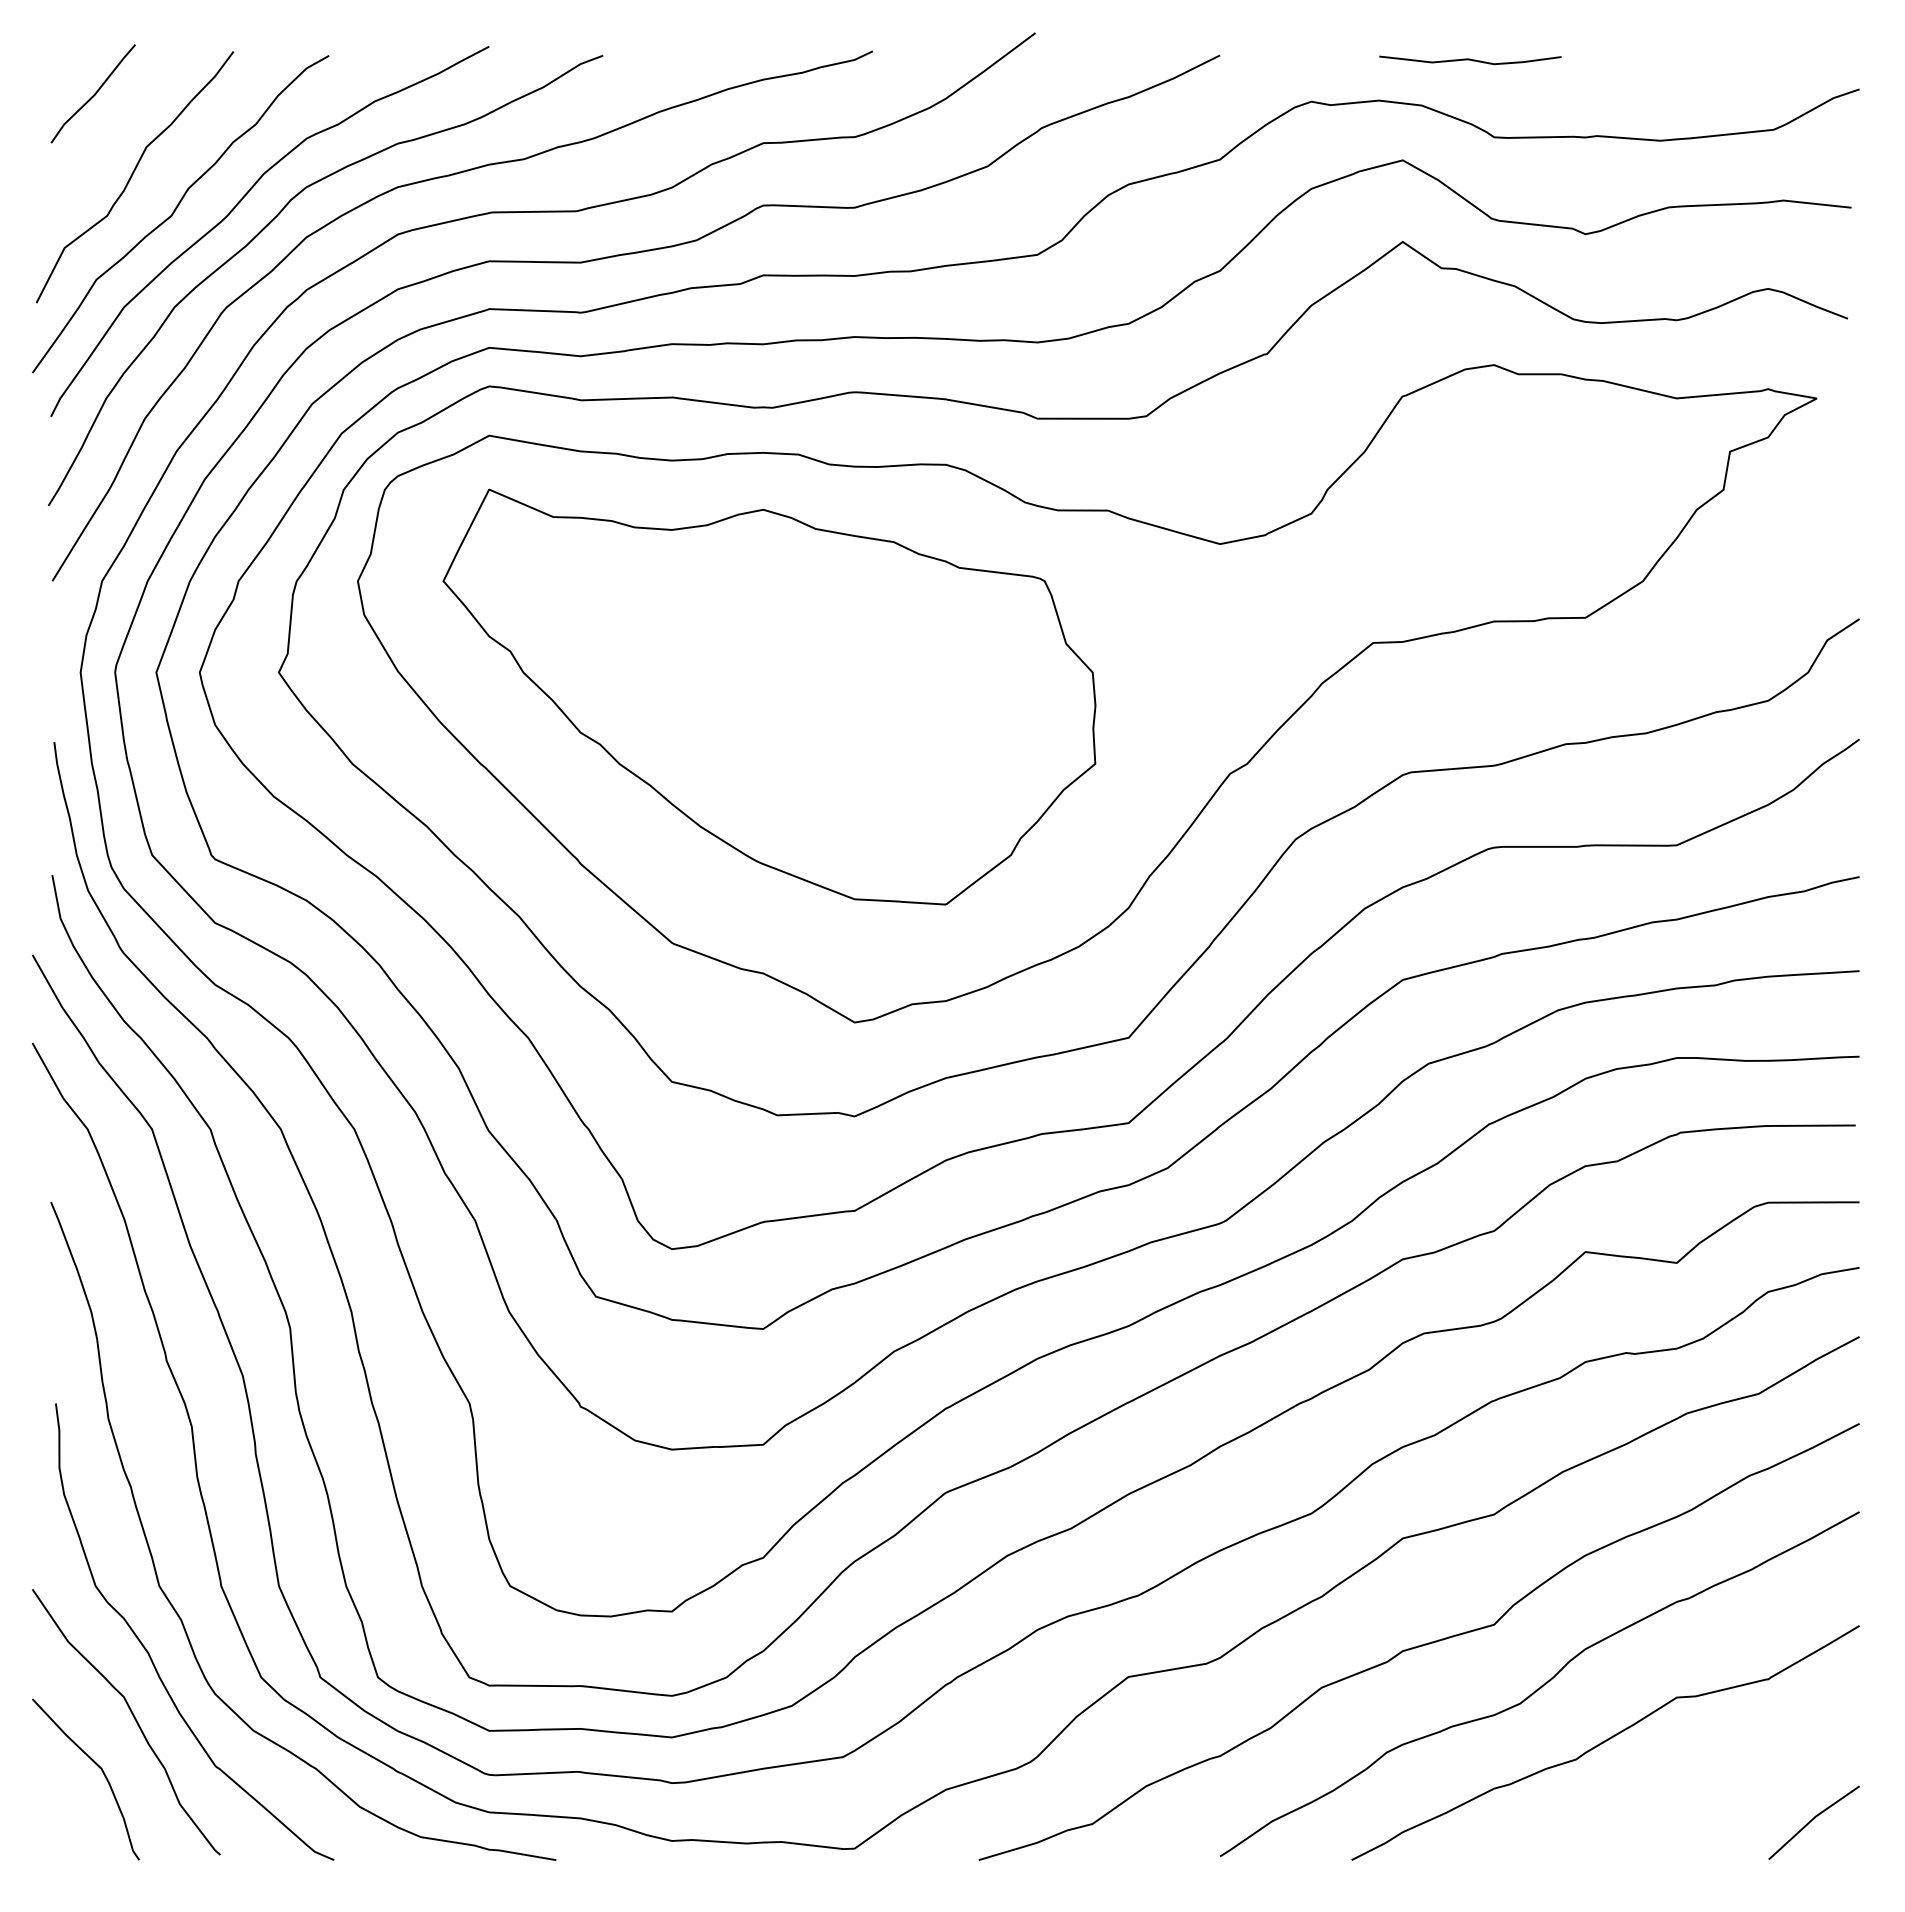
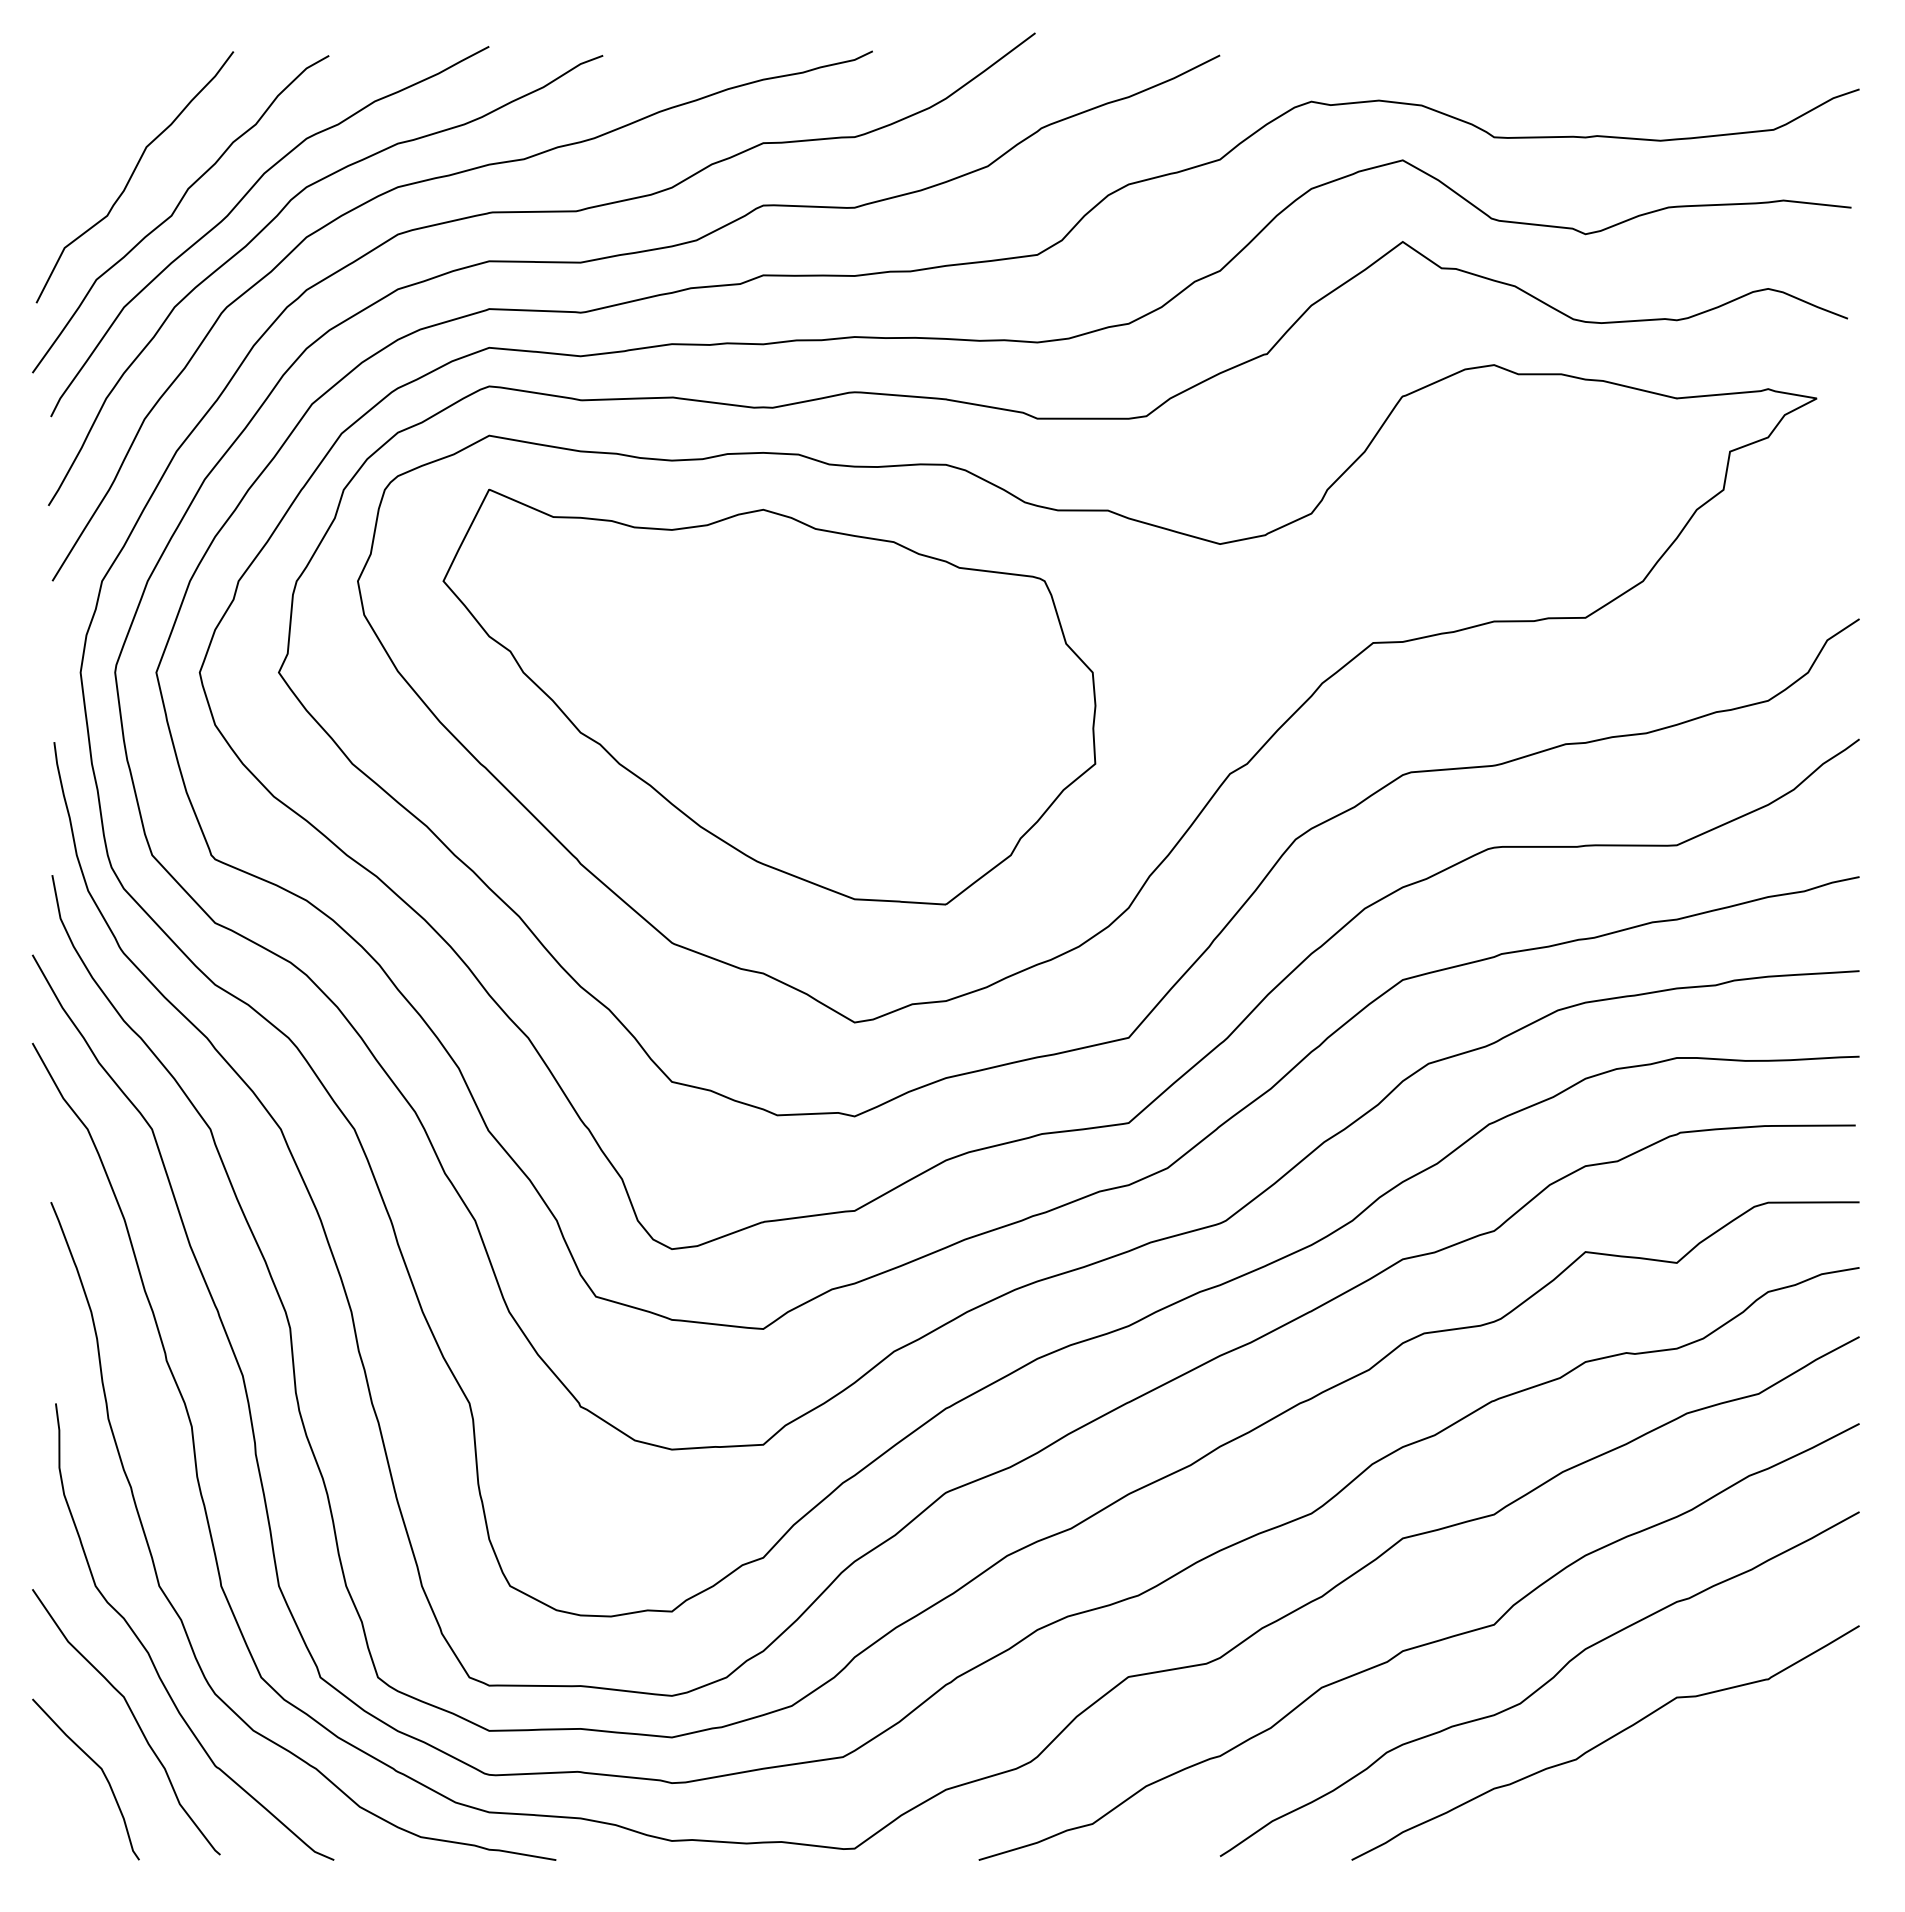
curve at (1470, 60): present -> none
line at (93, 94): present -> none
line at (1813, 1820): present -> none
